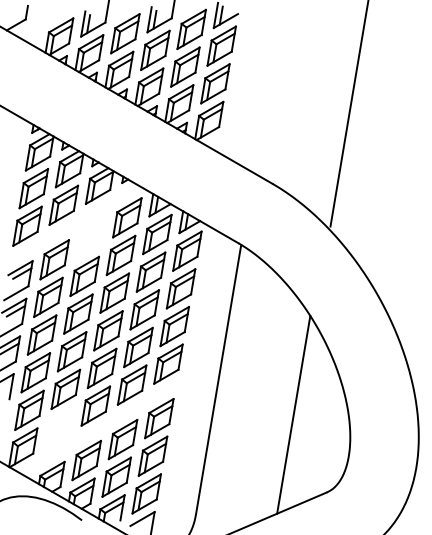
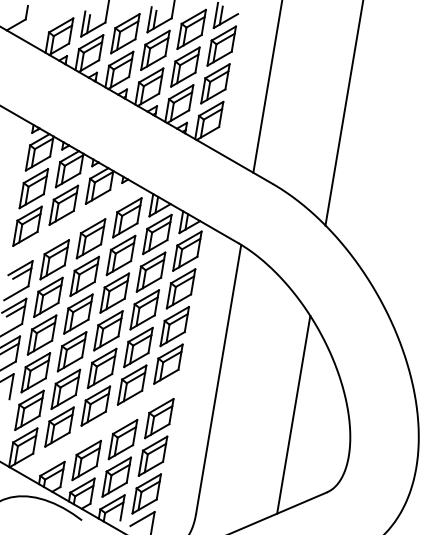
line at (267, 87): none -> present
line at (349, 114) position: (349, 114) -> (343, 113)
part at (90, 238): none -> present
part at (59, 426): none -> present
